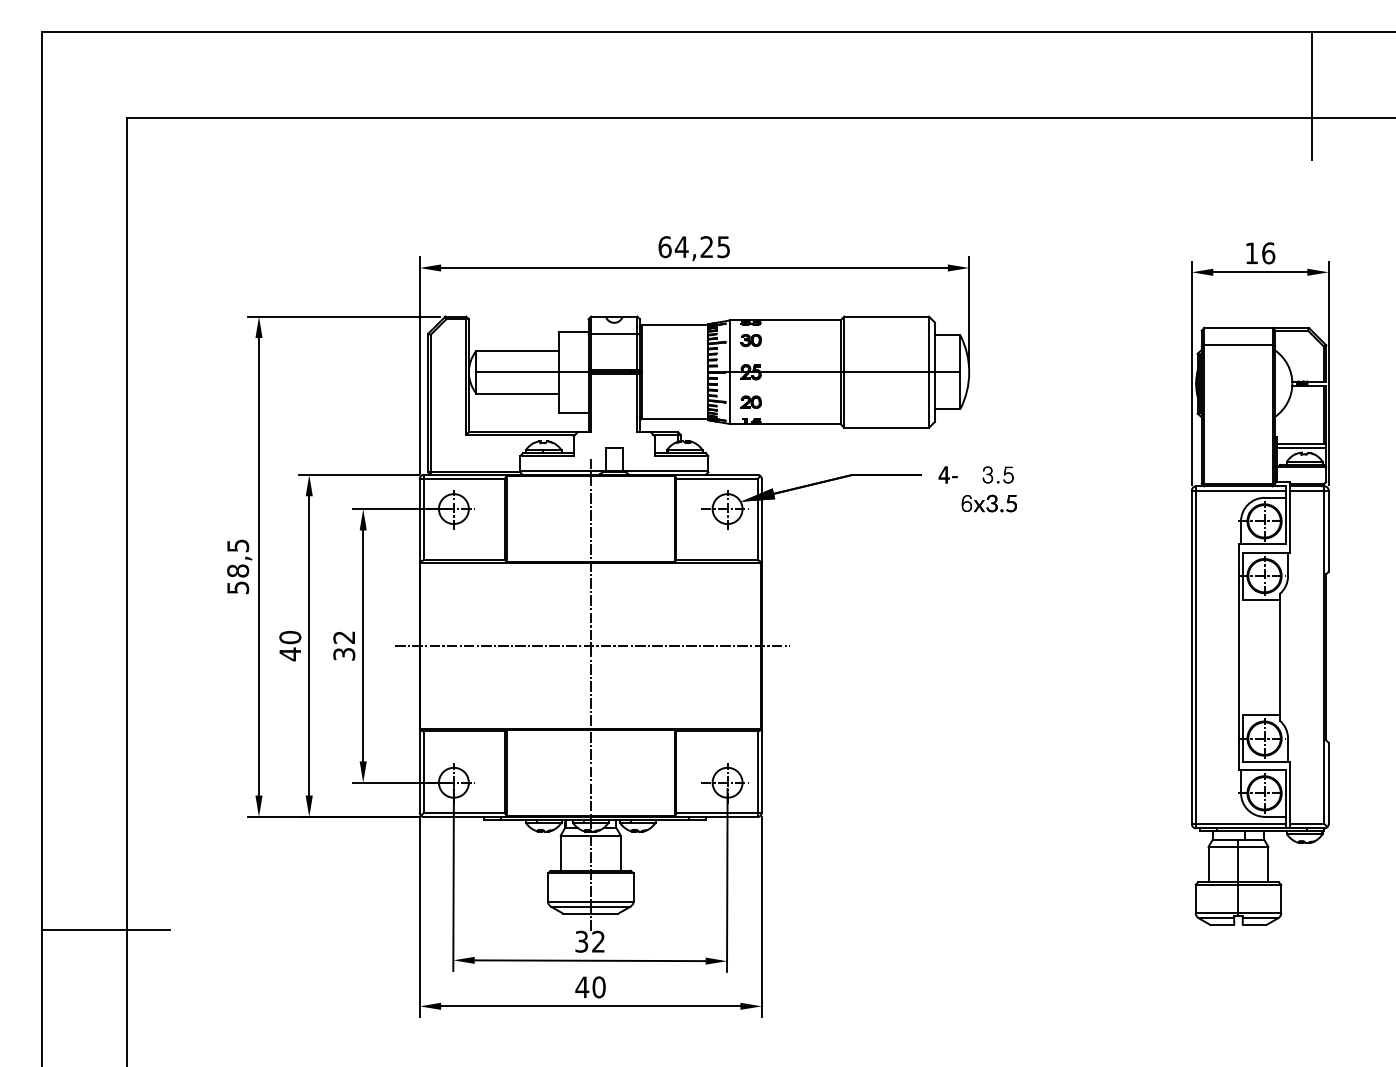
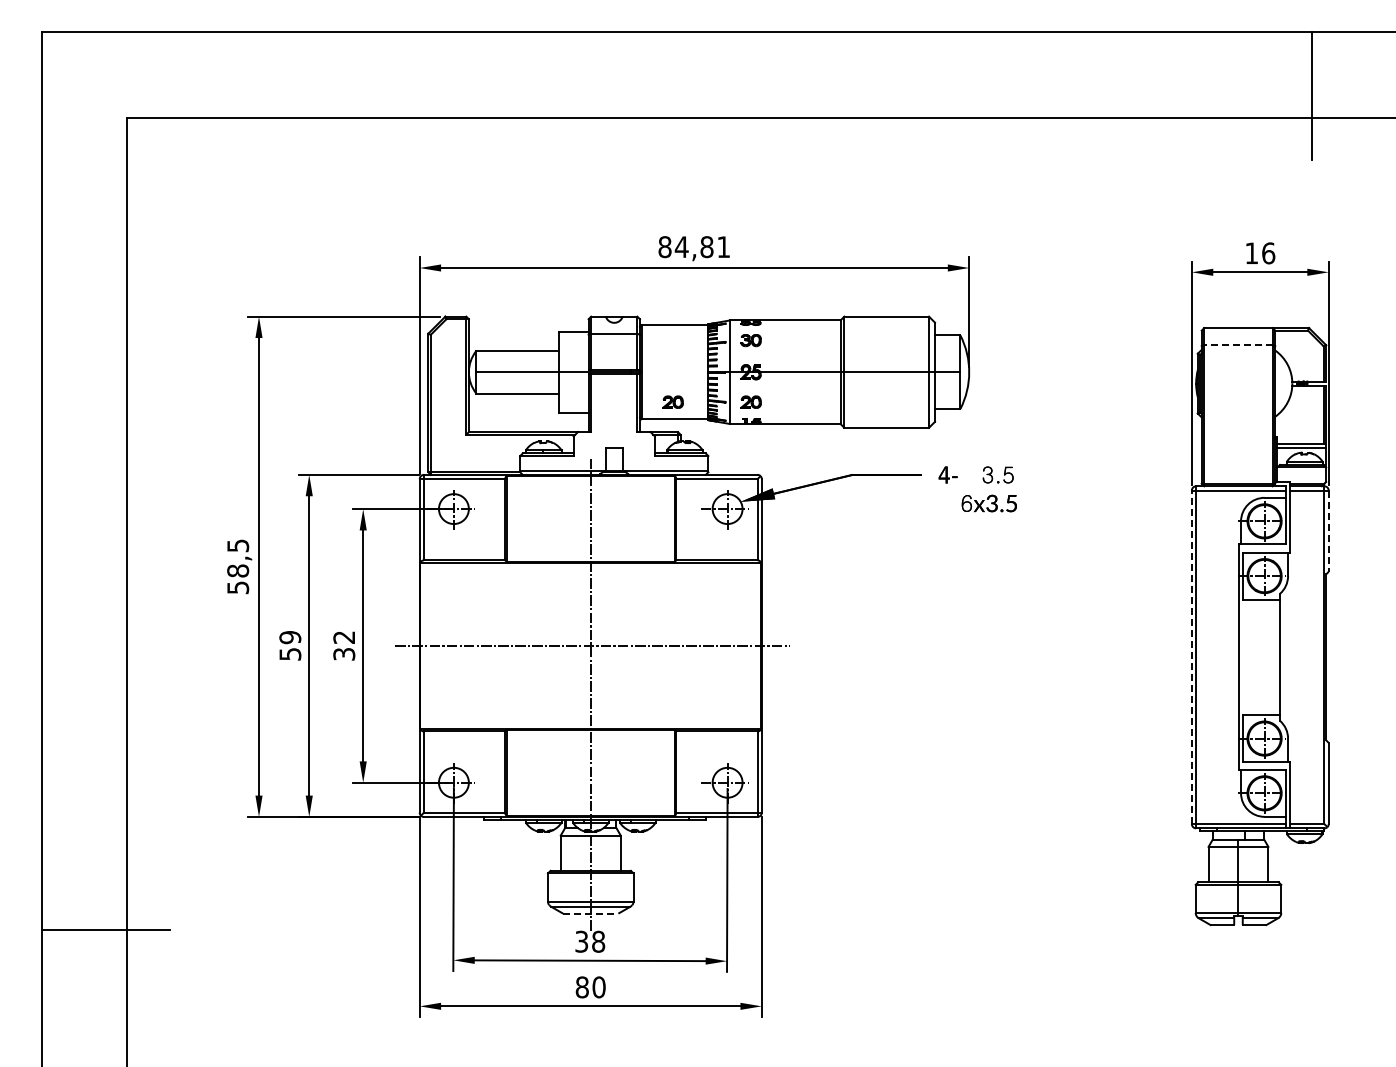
text at (693, 247): 64,25 -> 84,81
line at (1237, 345): solid -> dashed
part at (672, 401): none -> present
line at (1328, 531): solid -> dashed
text at (290, 645): 40 -> 59
line at (1191, 657): solid -> dashed
line at (590, 913): solid -> dashed
text at (598, 941): 32 -> 38
text at (582, 987): 40 -> 80
